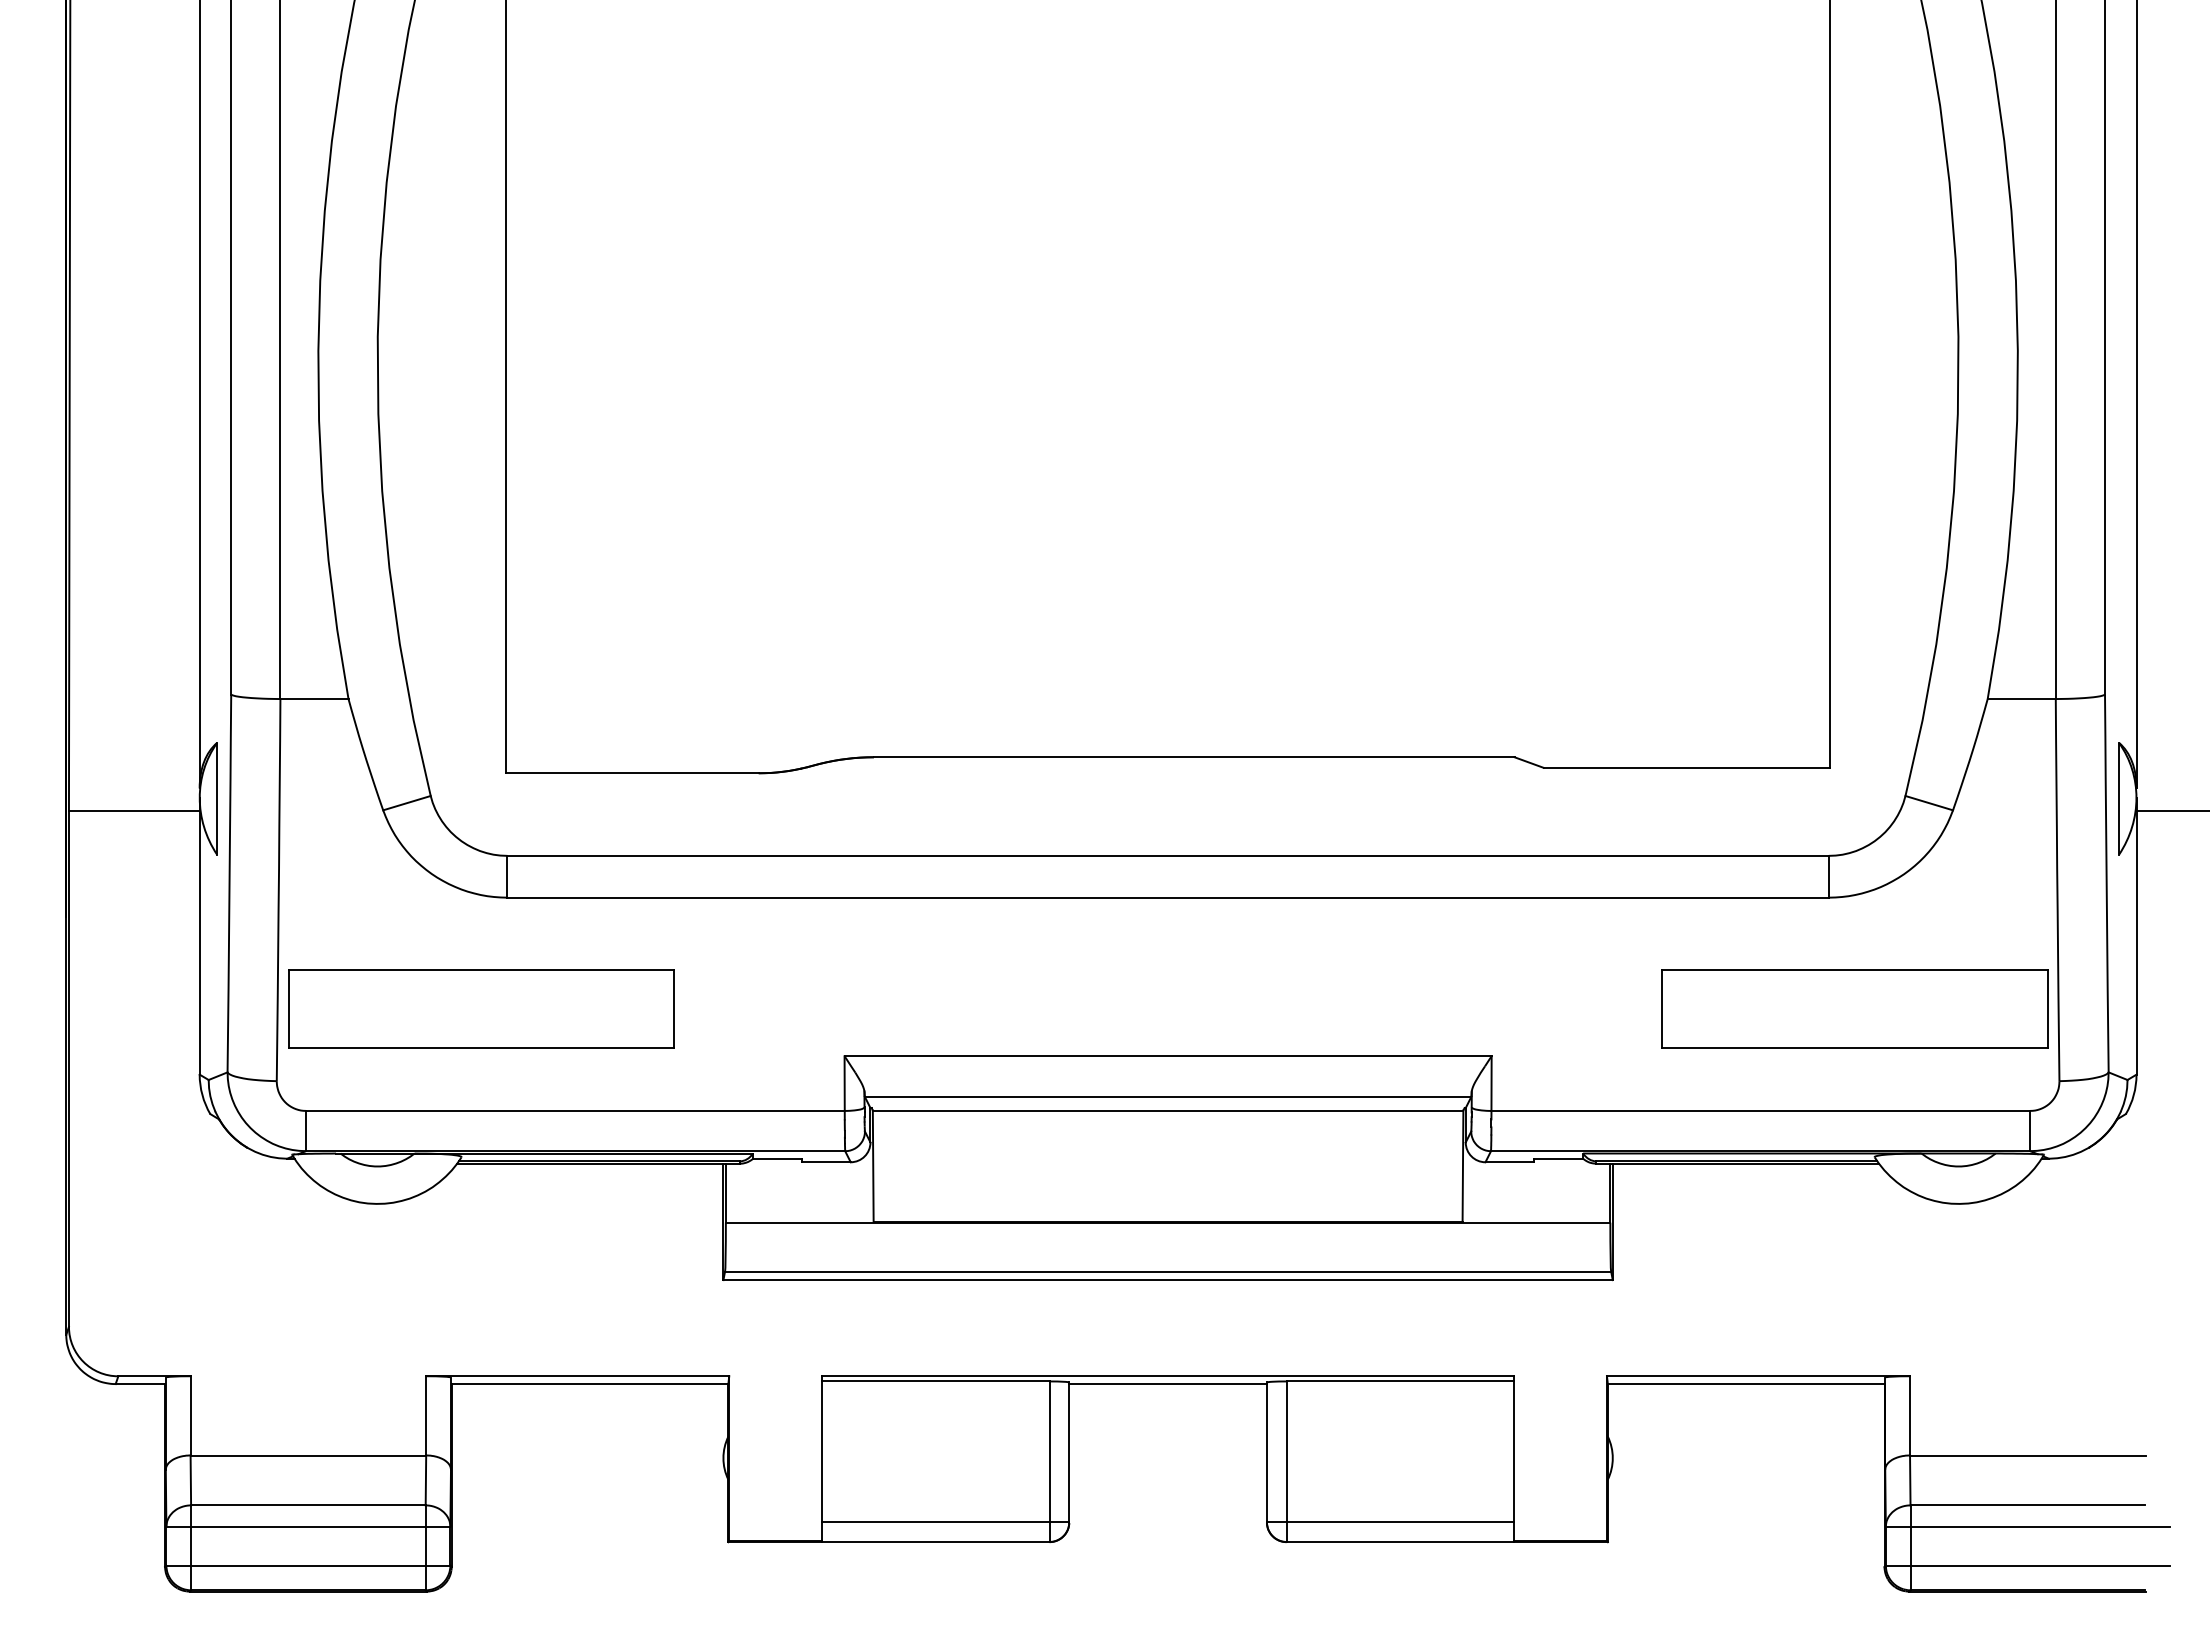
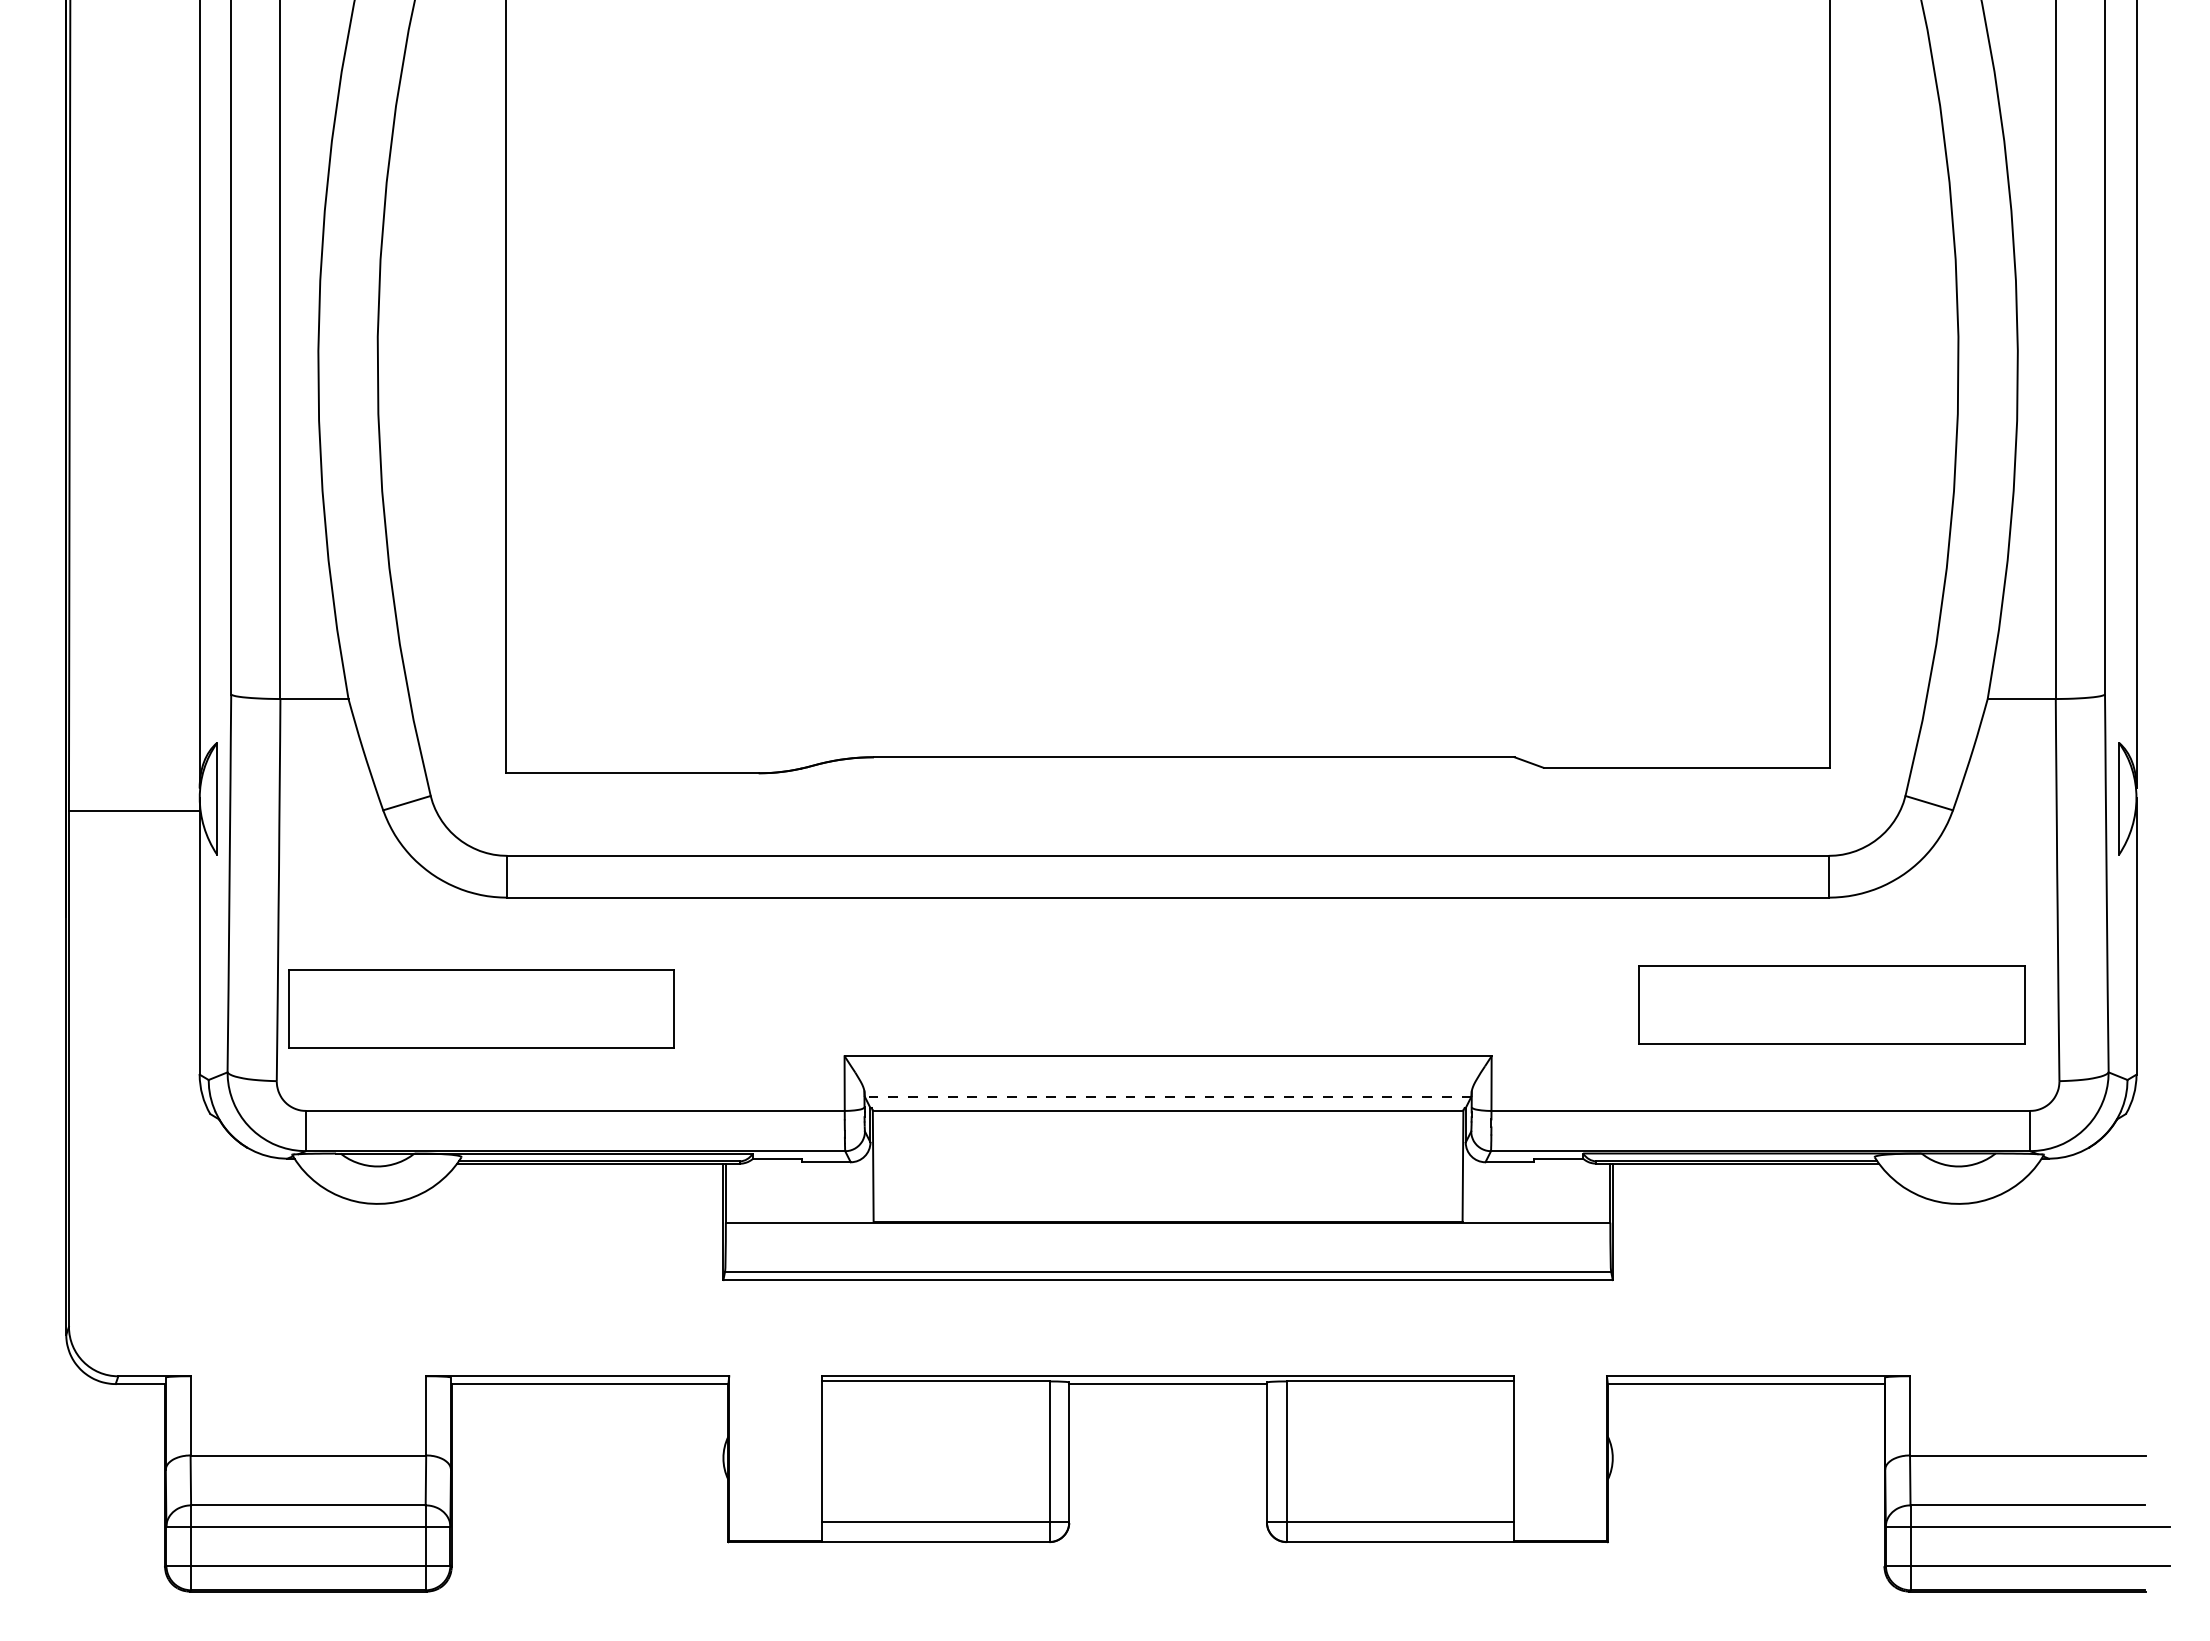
line at (2171, 810): present -> none
part at (1854, 1008) position: (1854, 1008) -> (1831, 1004)
line at (1167, 1096): solid -> dashed
